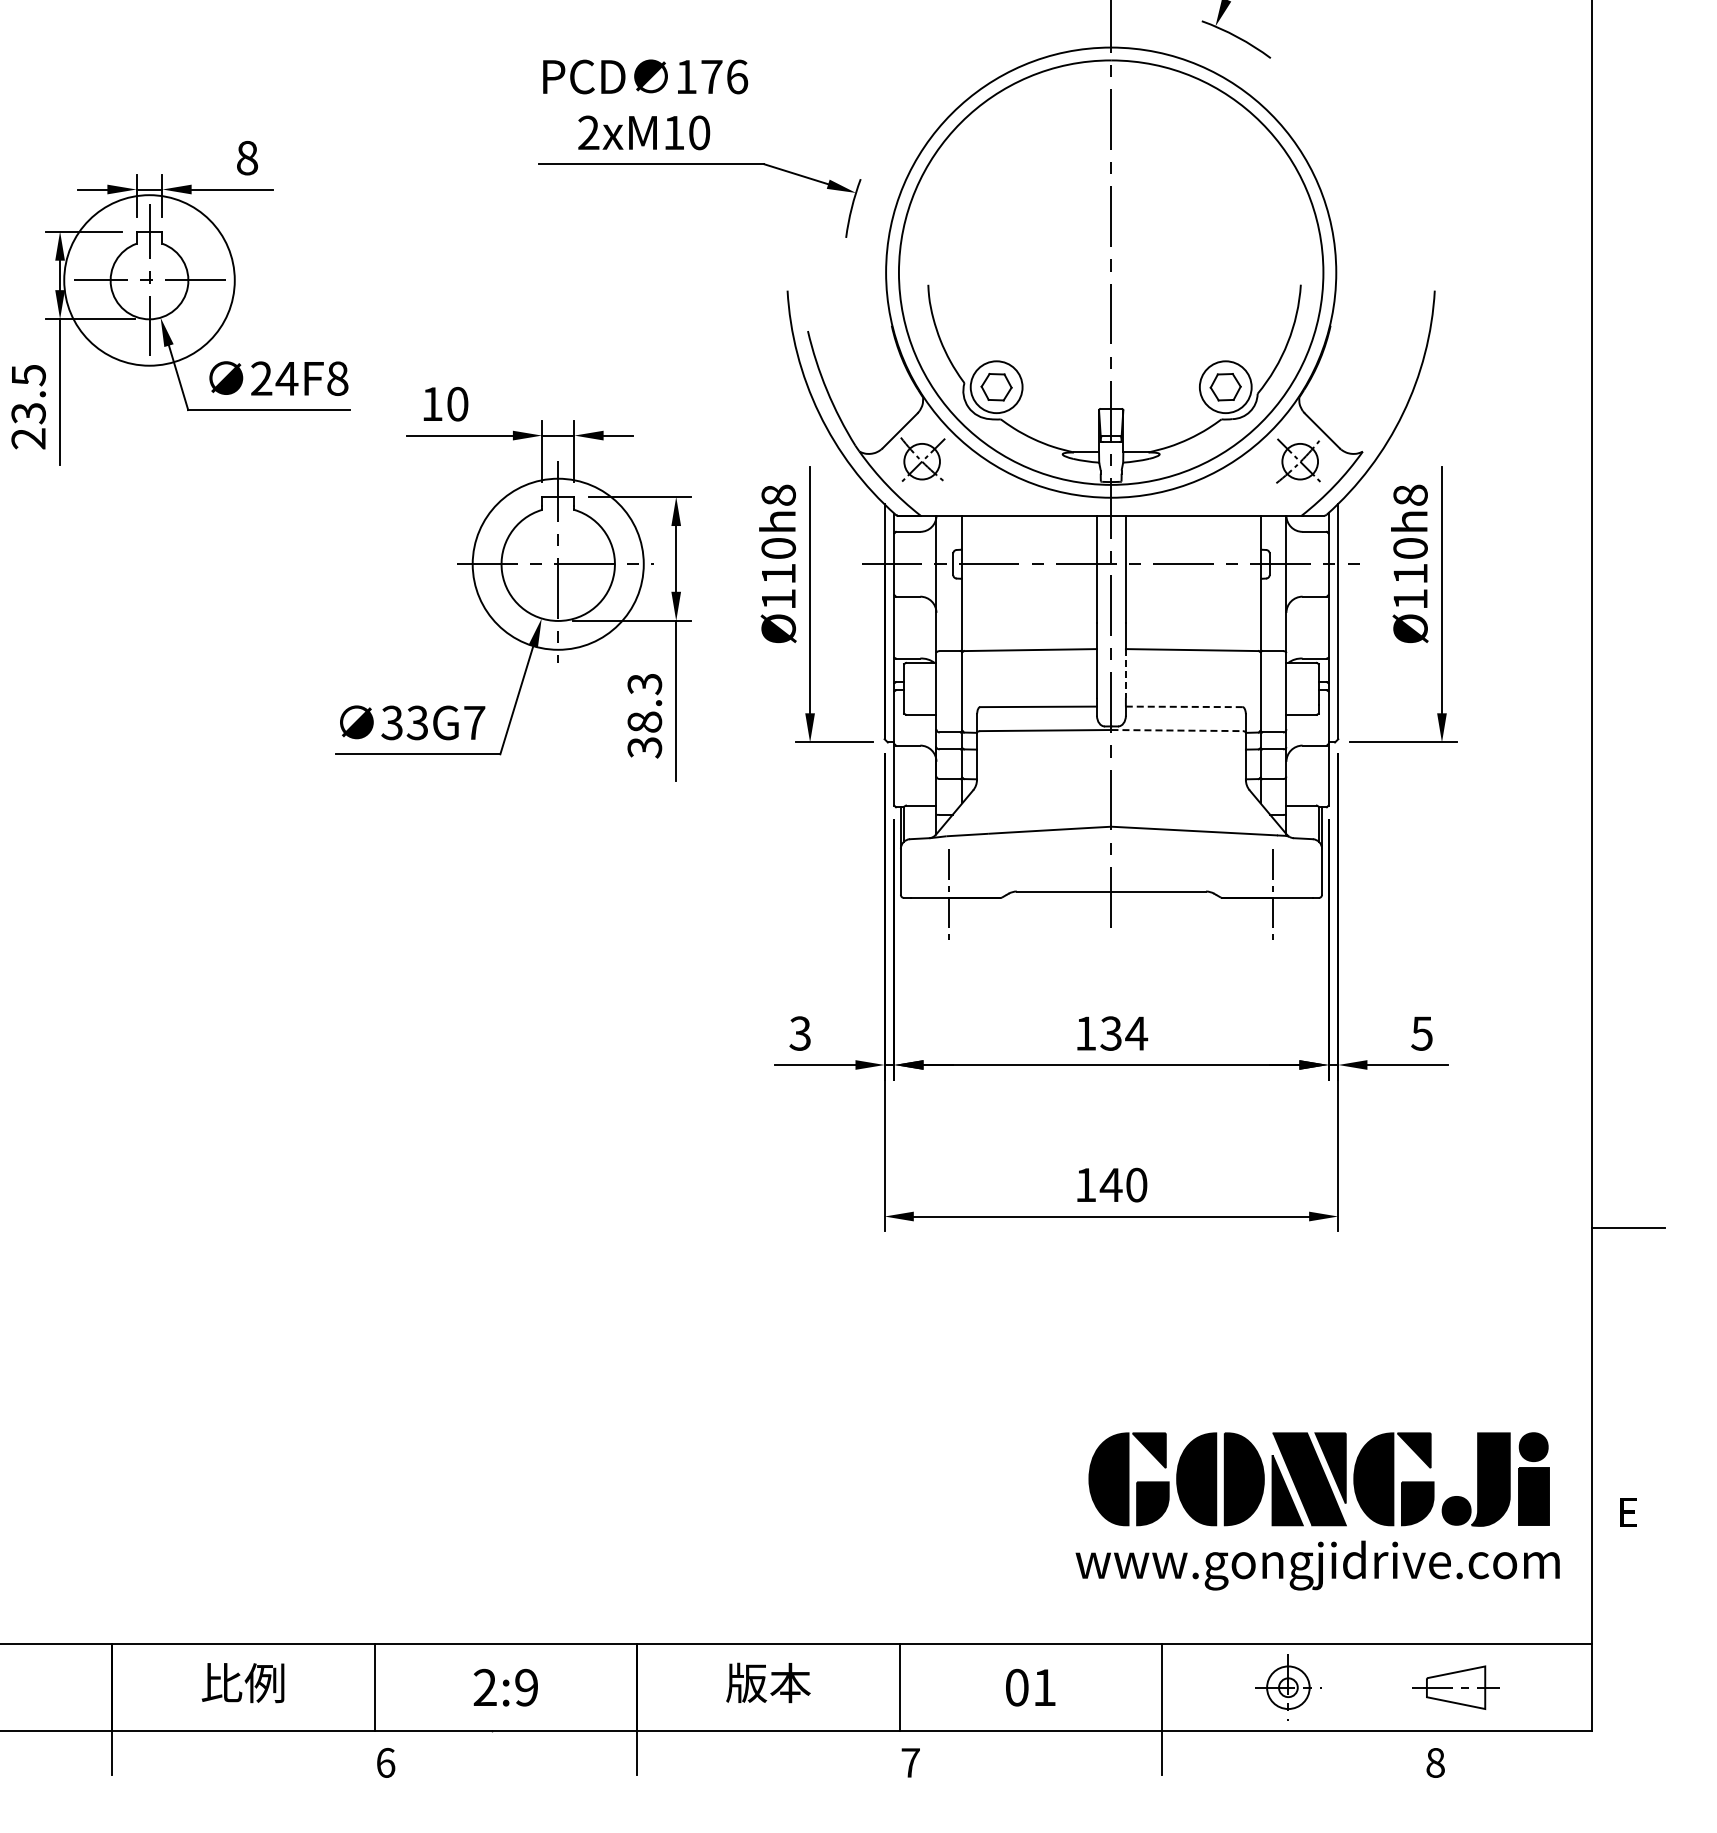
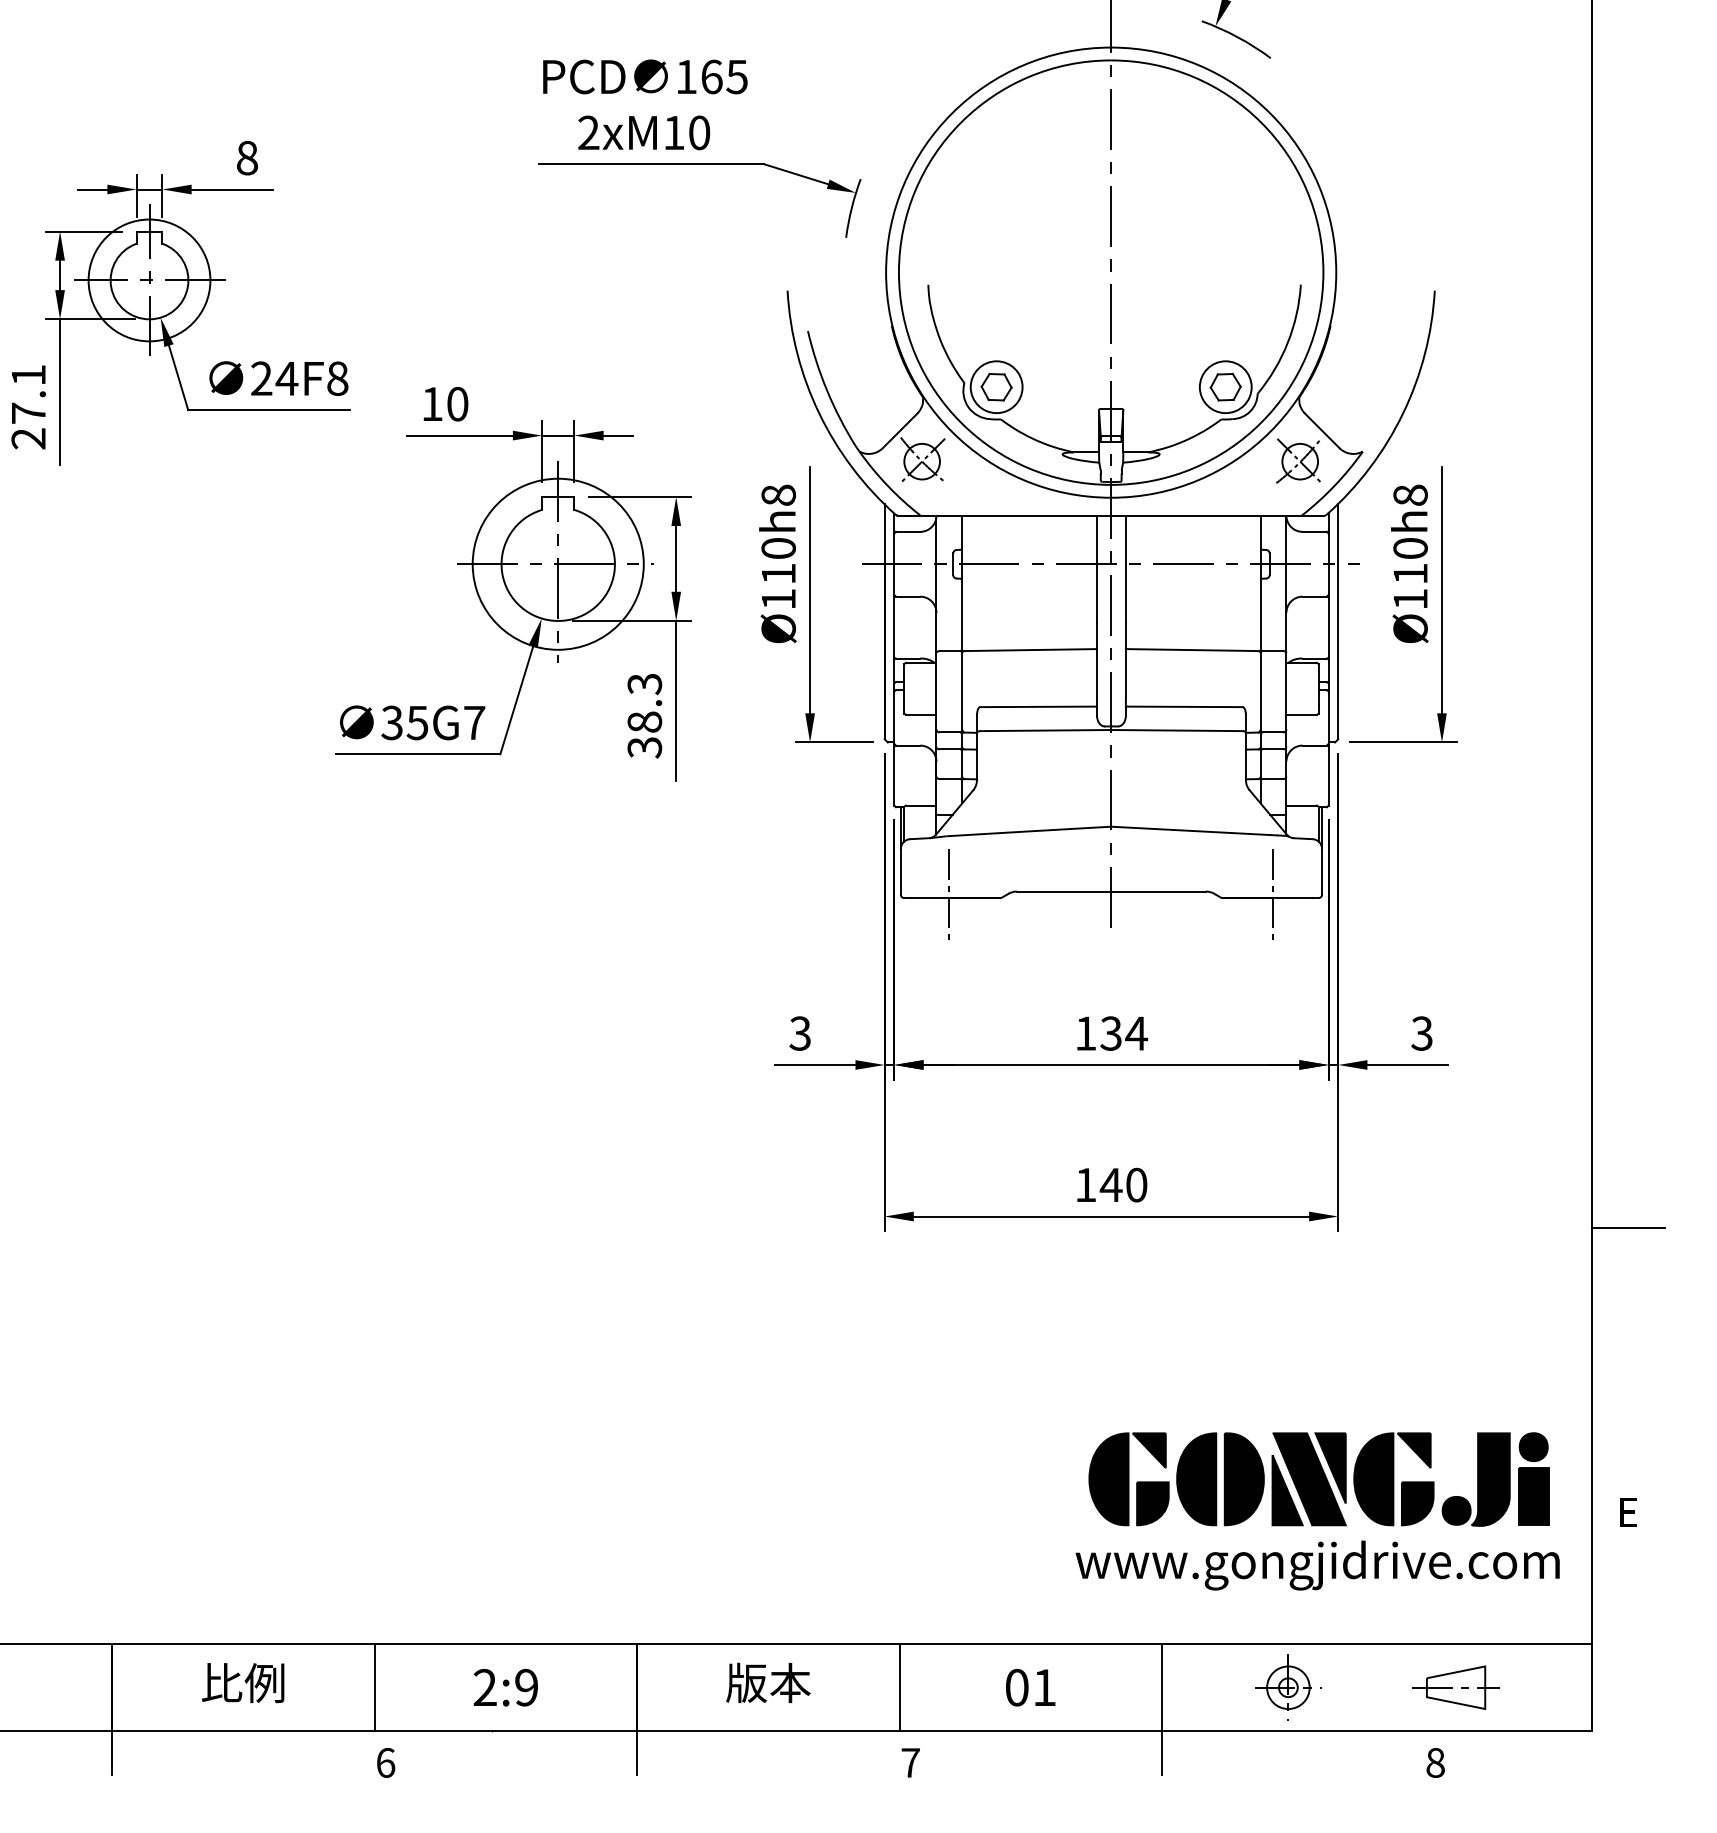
text at (724, 76): 176 -> 165
circle at (149, 280) diameter: 171 px -> 122 px
text at (28, 394): 23.5 -> 27.1
line at (1125, 673): dashed -> solid
line at (1183, 706): dashed -> solid
text at (417, 722): 33G7 -> 35G7
line at (1177, 730): dashed -> solid
text at (1421, 1032): 5 -> 3
